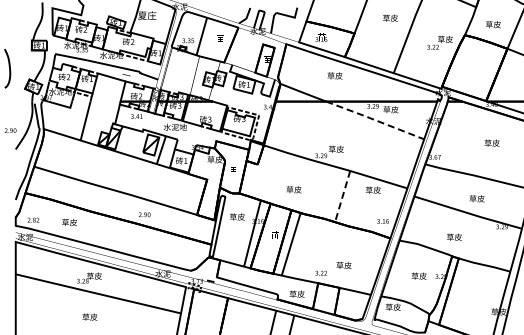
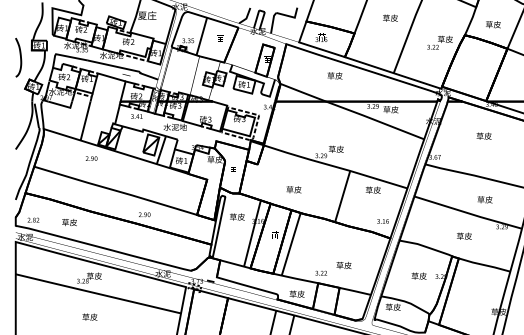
curve at (9, 68) position: (9, 68) -> (20, 57)
line at (375, 120): dashed -> solid
text at (10, 130) position: (10, 130) -> (91, 158)
text at (491, 142) position: (491, 142) -> (483, 135)
line at (342, 196): dashed -> solid
text at (476, 198) position: (476, 198) -> (484, 199)
text at (454, 236) position: (454, 236) -> (464, 235)
